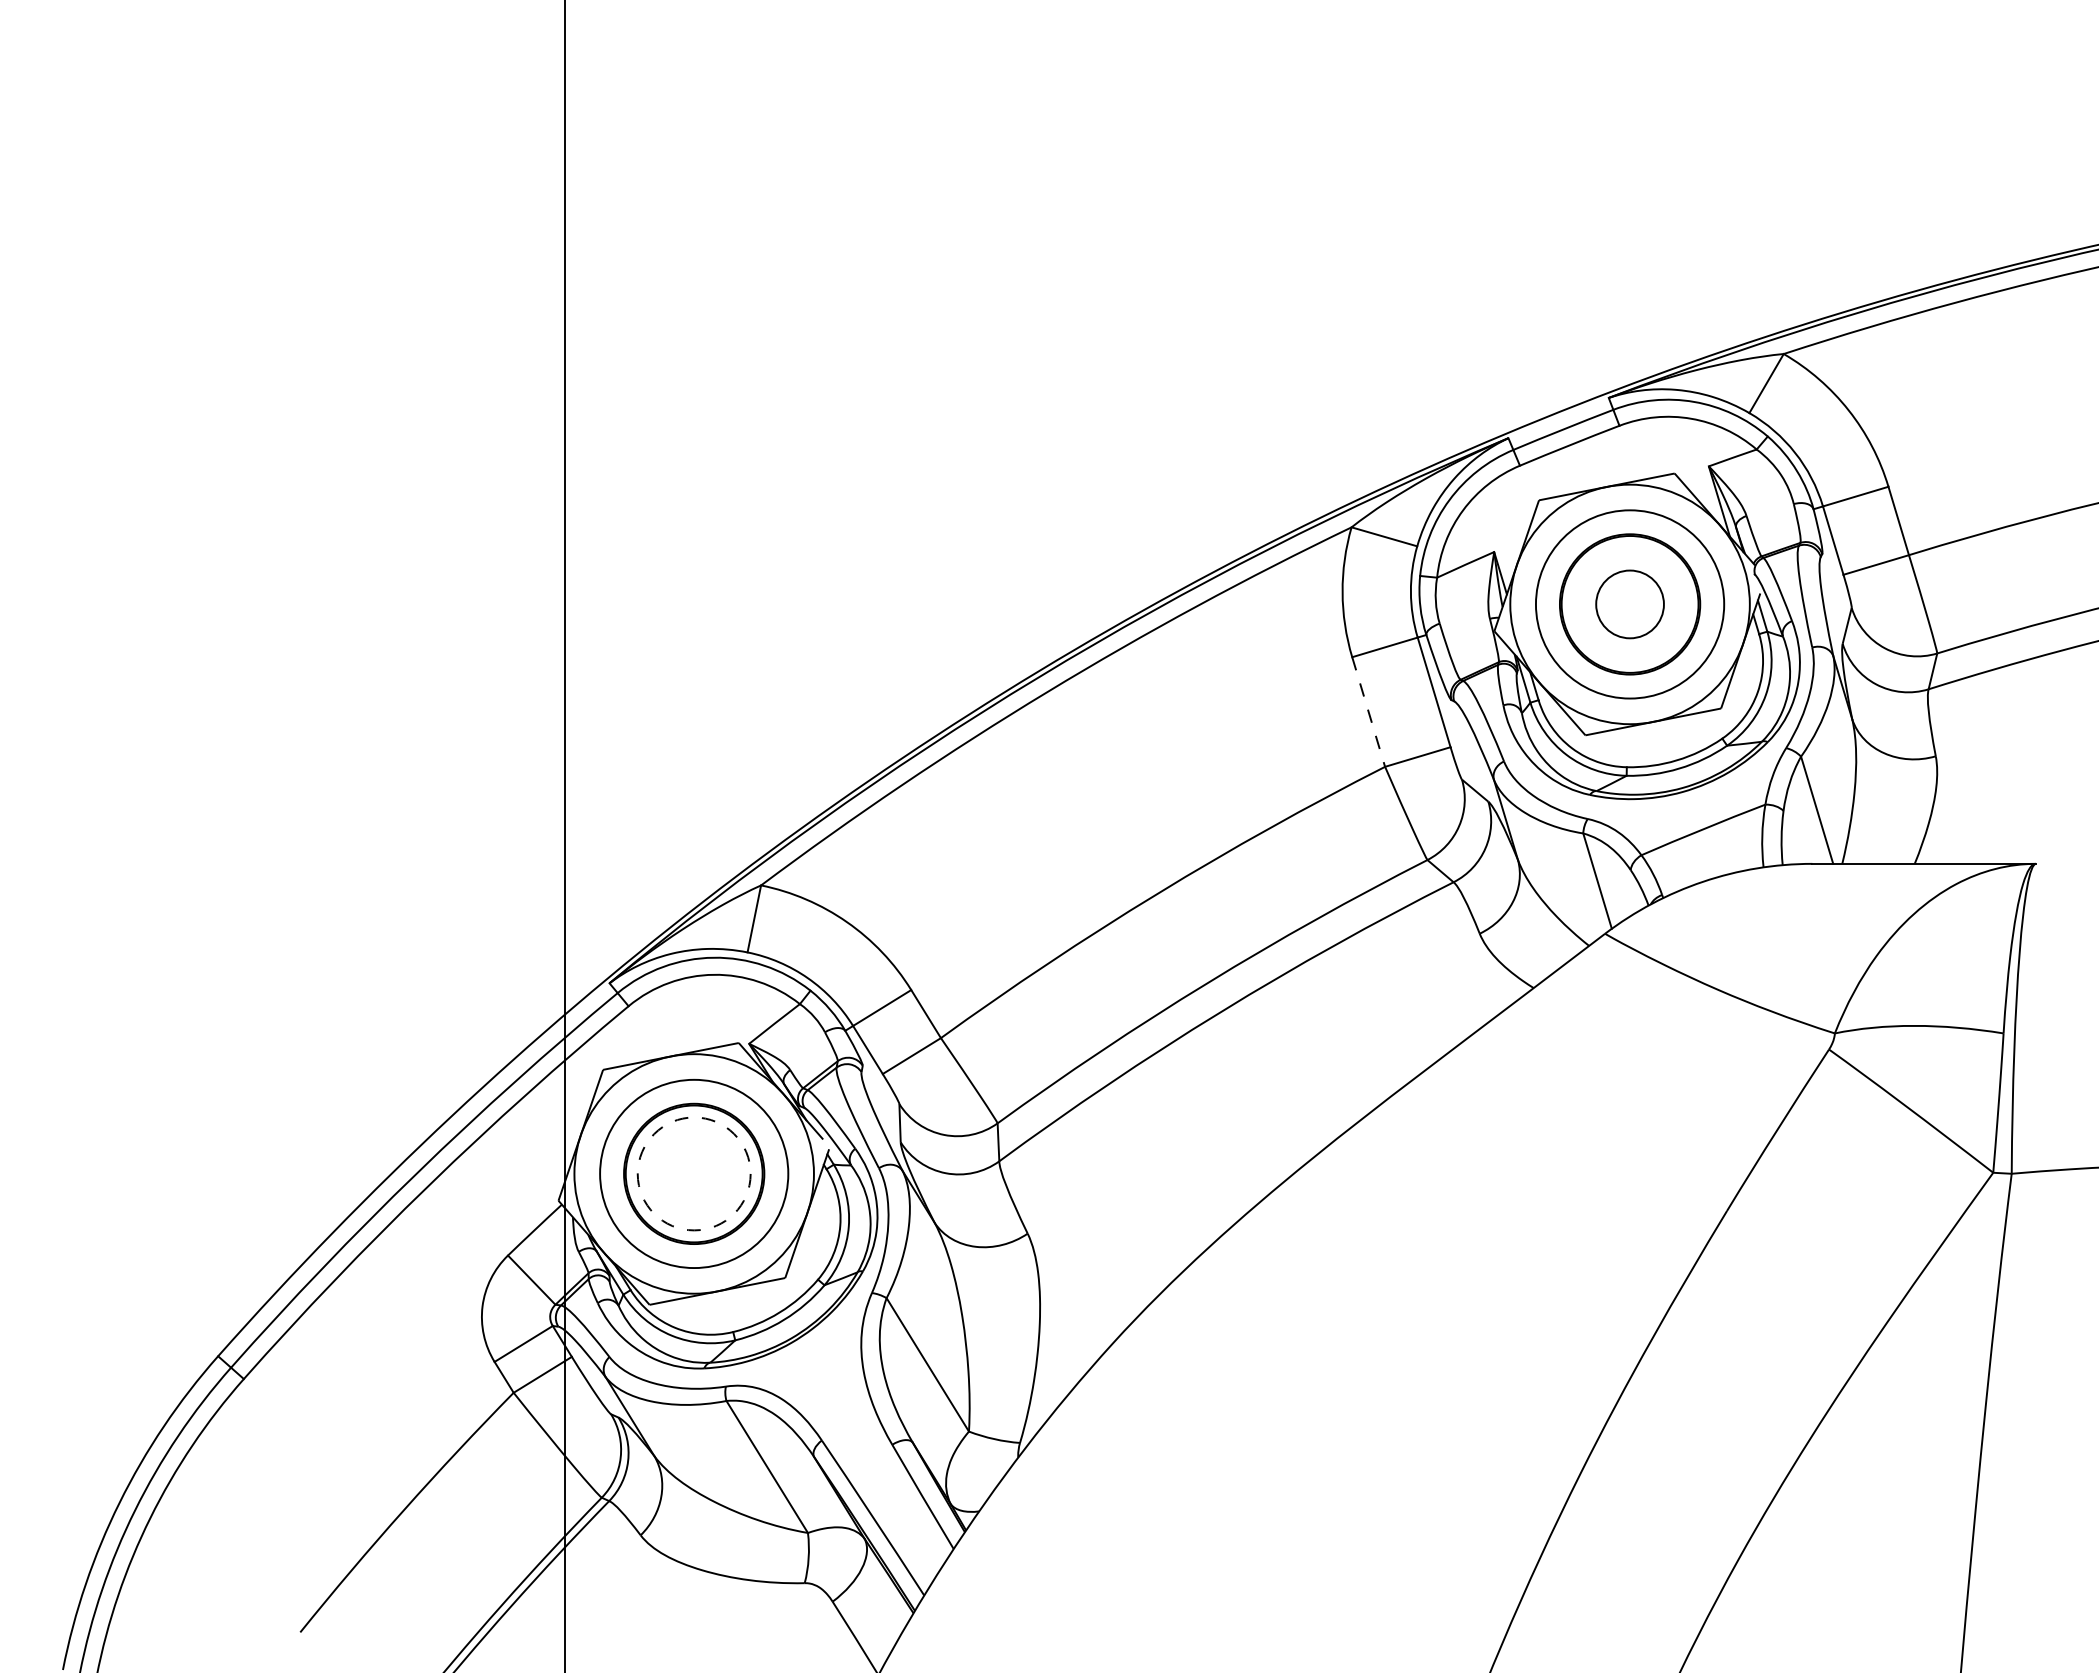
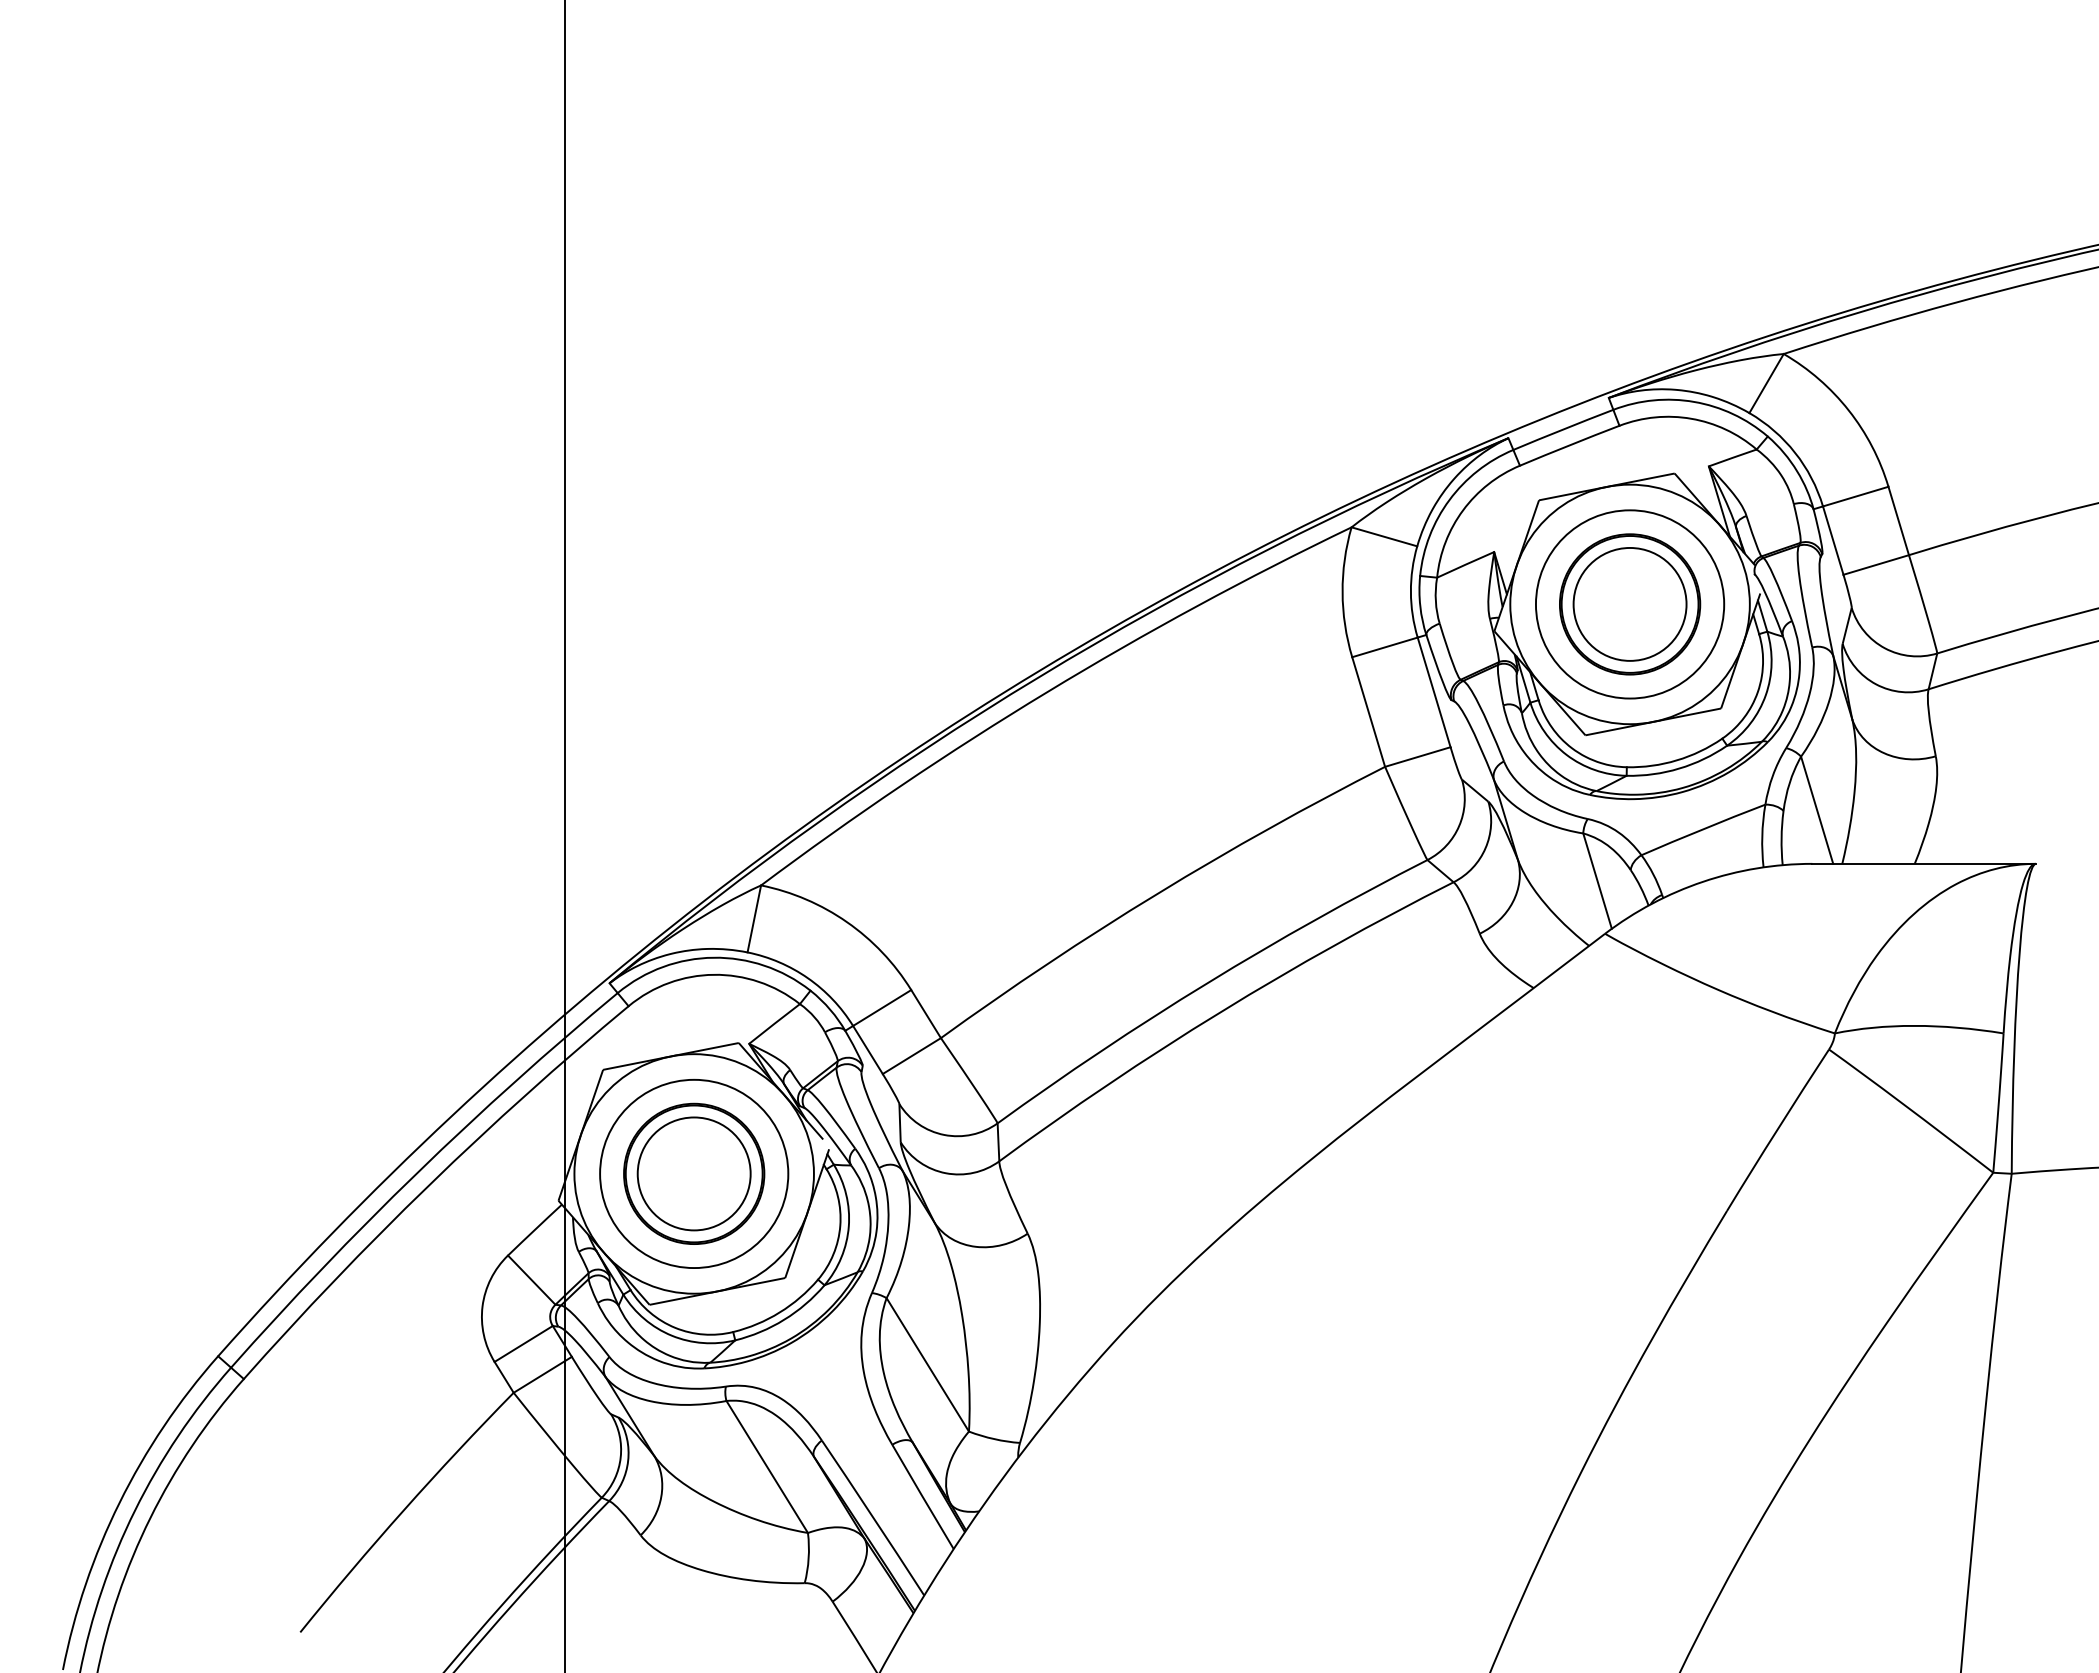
circle at (1629, 604) diameter: 68 px -> 113 px
line at (1368, 712): dashed -> solid
circle at (693, 1173): dashed -> solid
